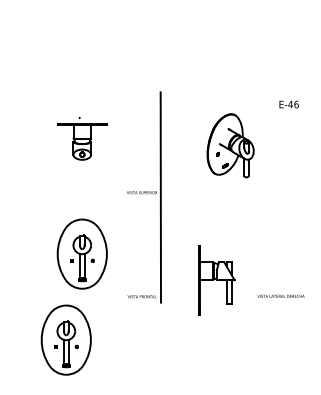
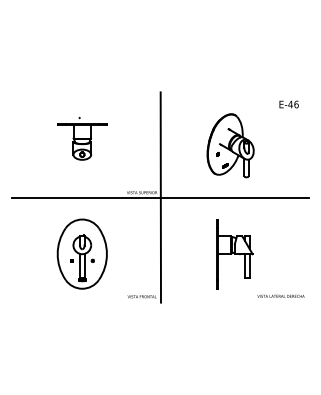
line at (160, 197): none -> present
part at (216, 280) position: (216, 280) -> (234, 254)
part at (65, 339): present -> none
